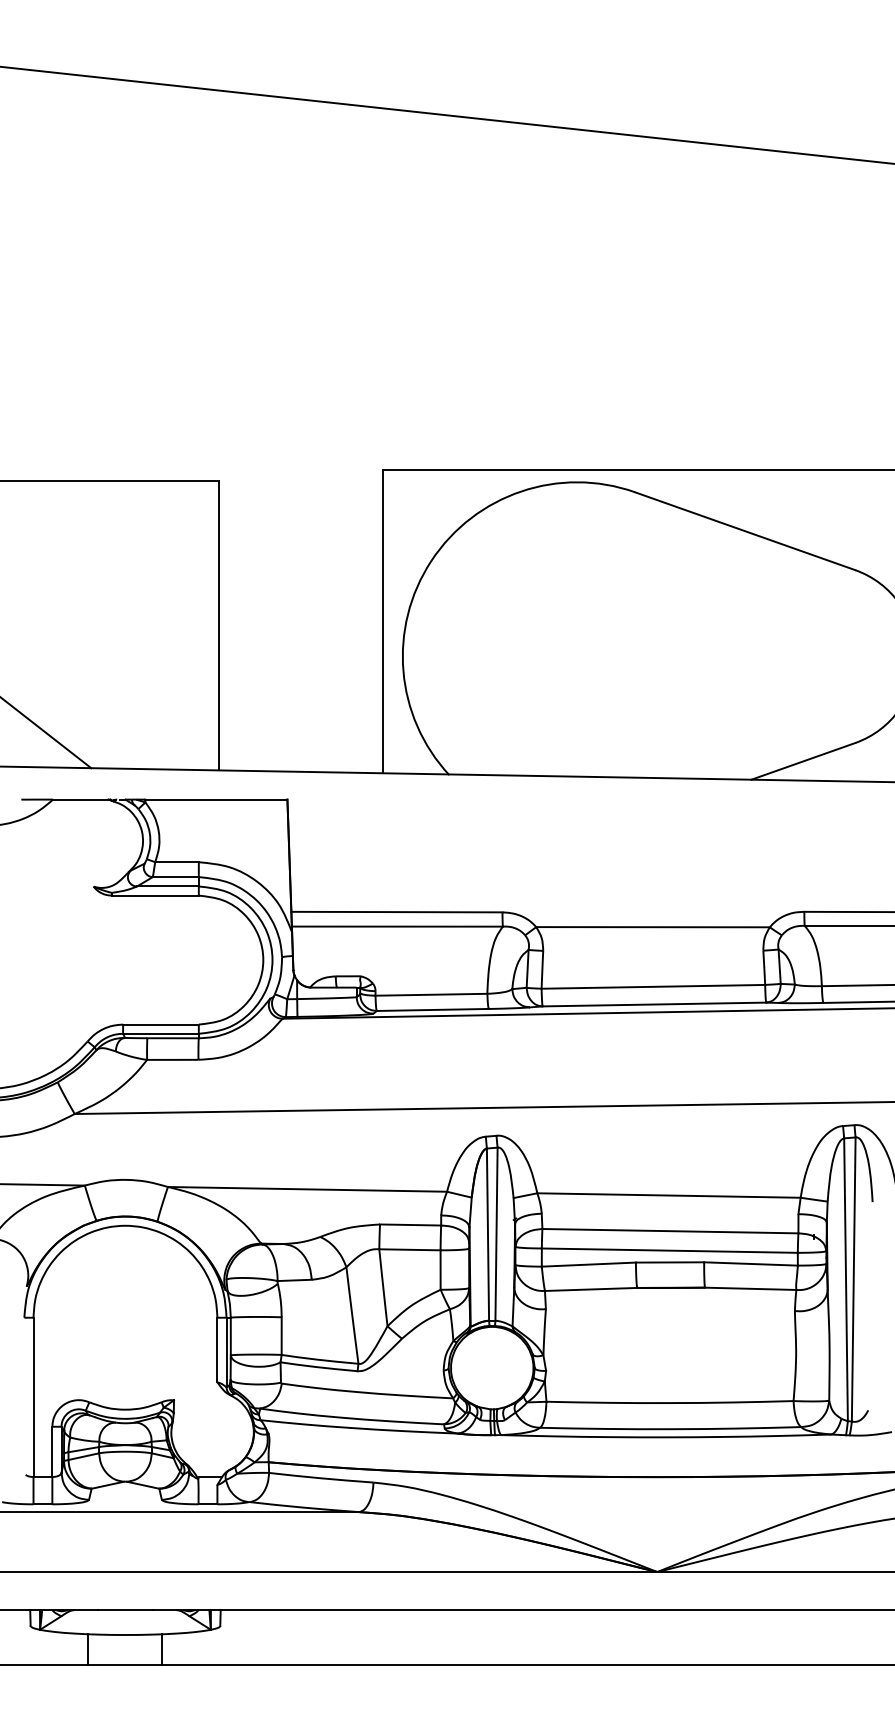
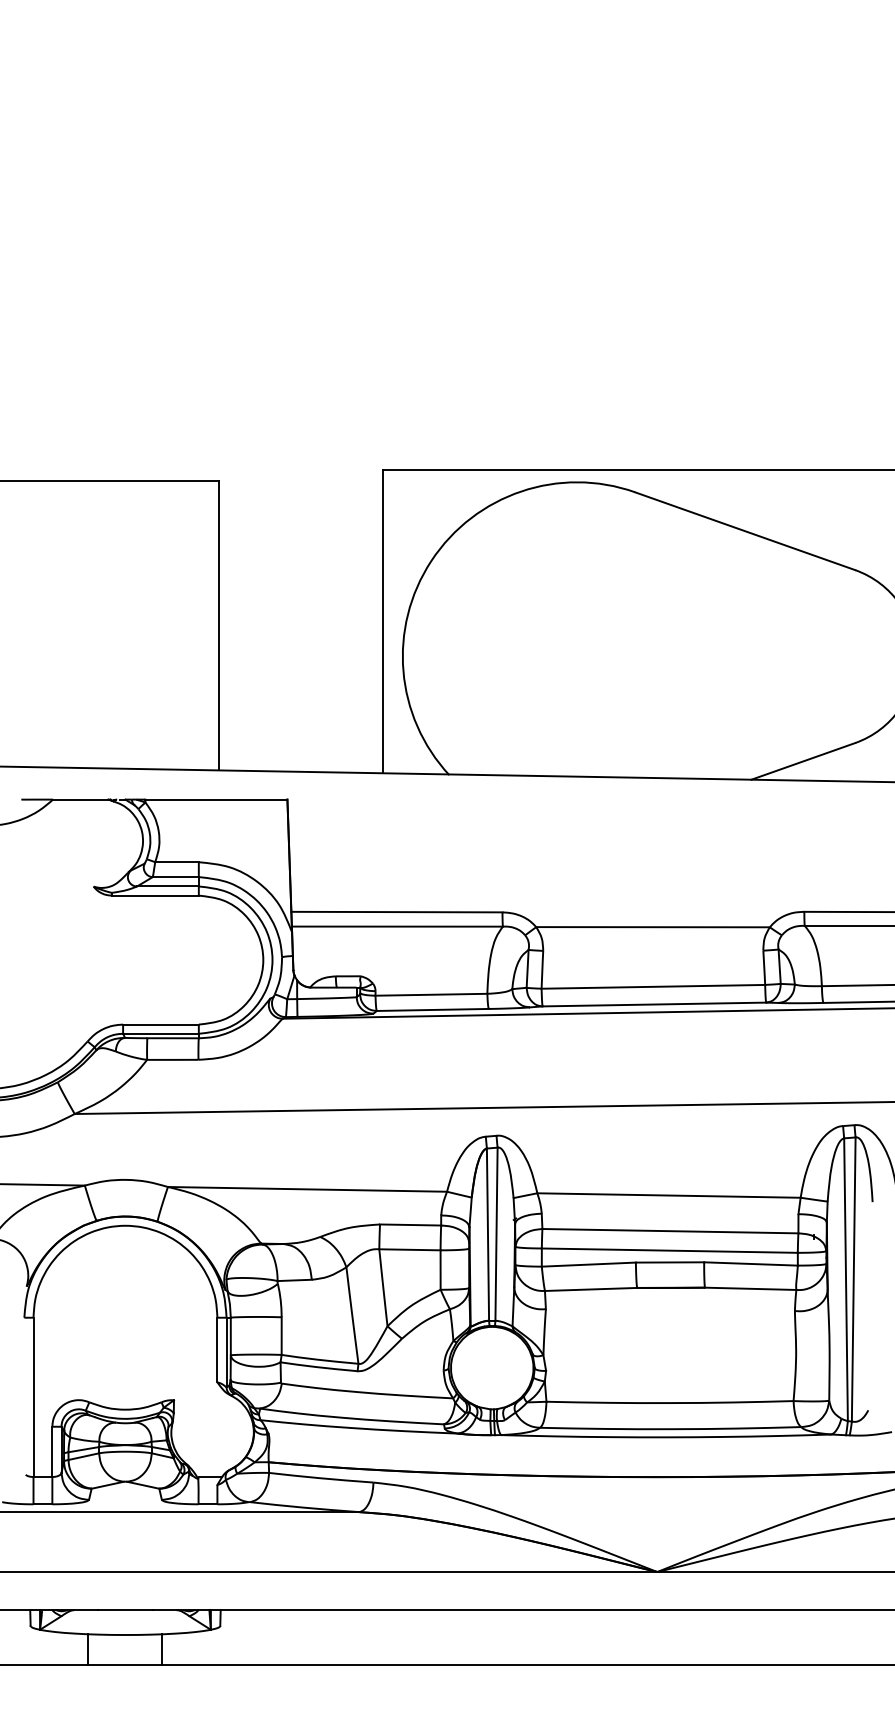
line at (446, 115): present -> none
line at (46, 733): present -> none
